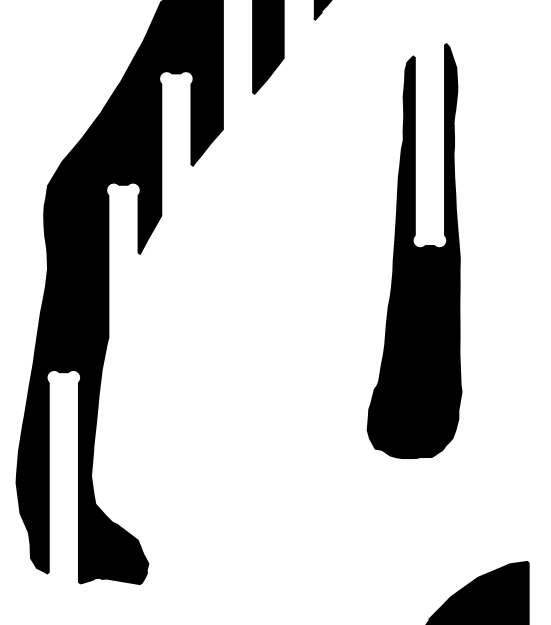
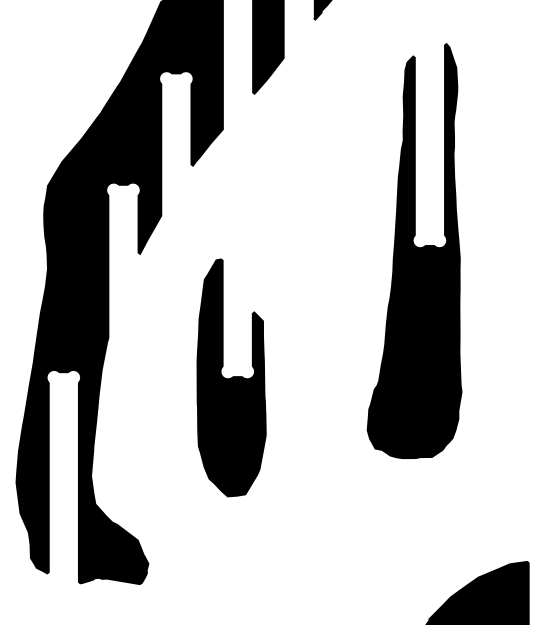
part at (231, 377): none -> present
